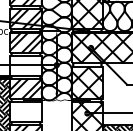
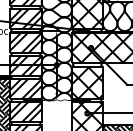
hatch at (25, 65): none -> present
hatch at (25, 112): none -> present
